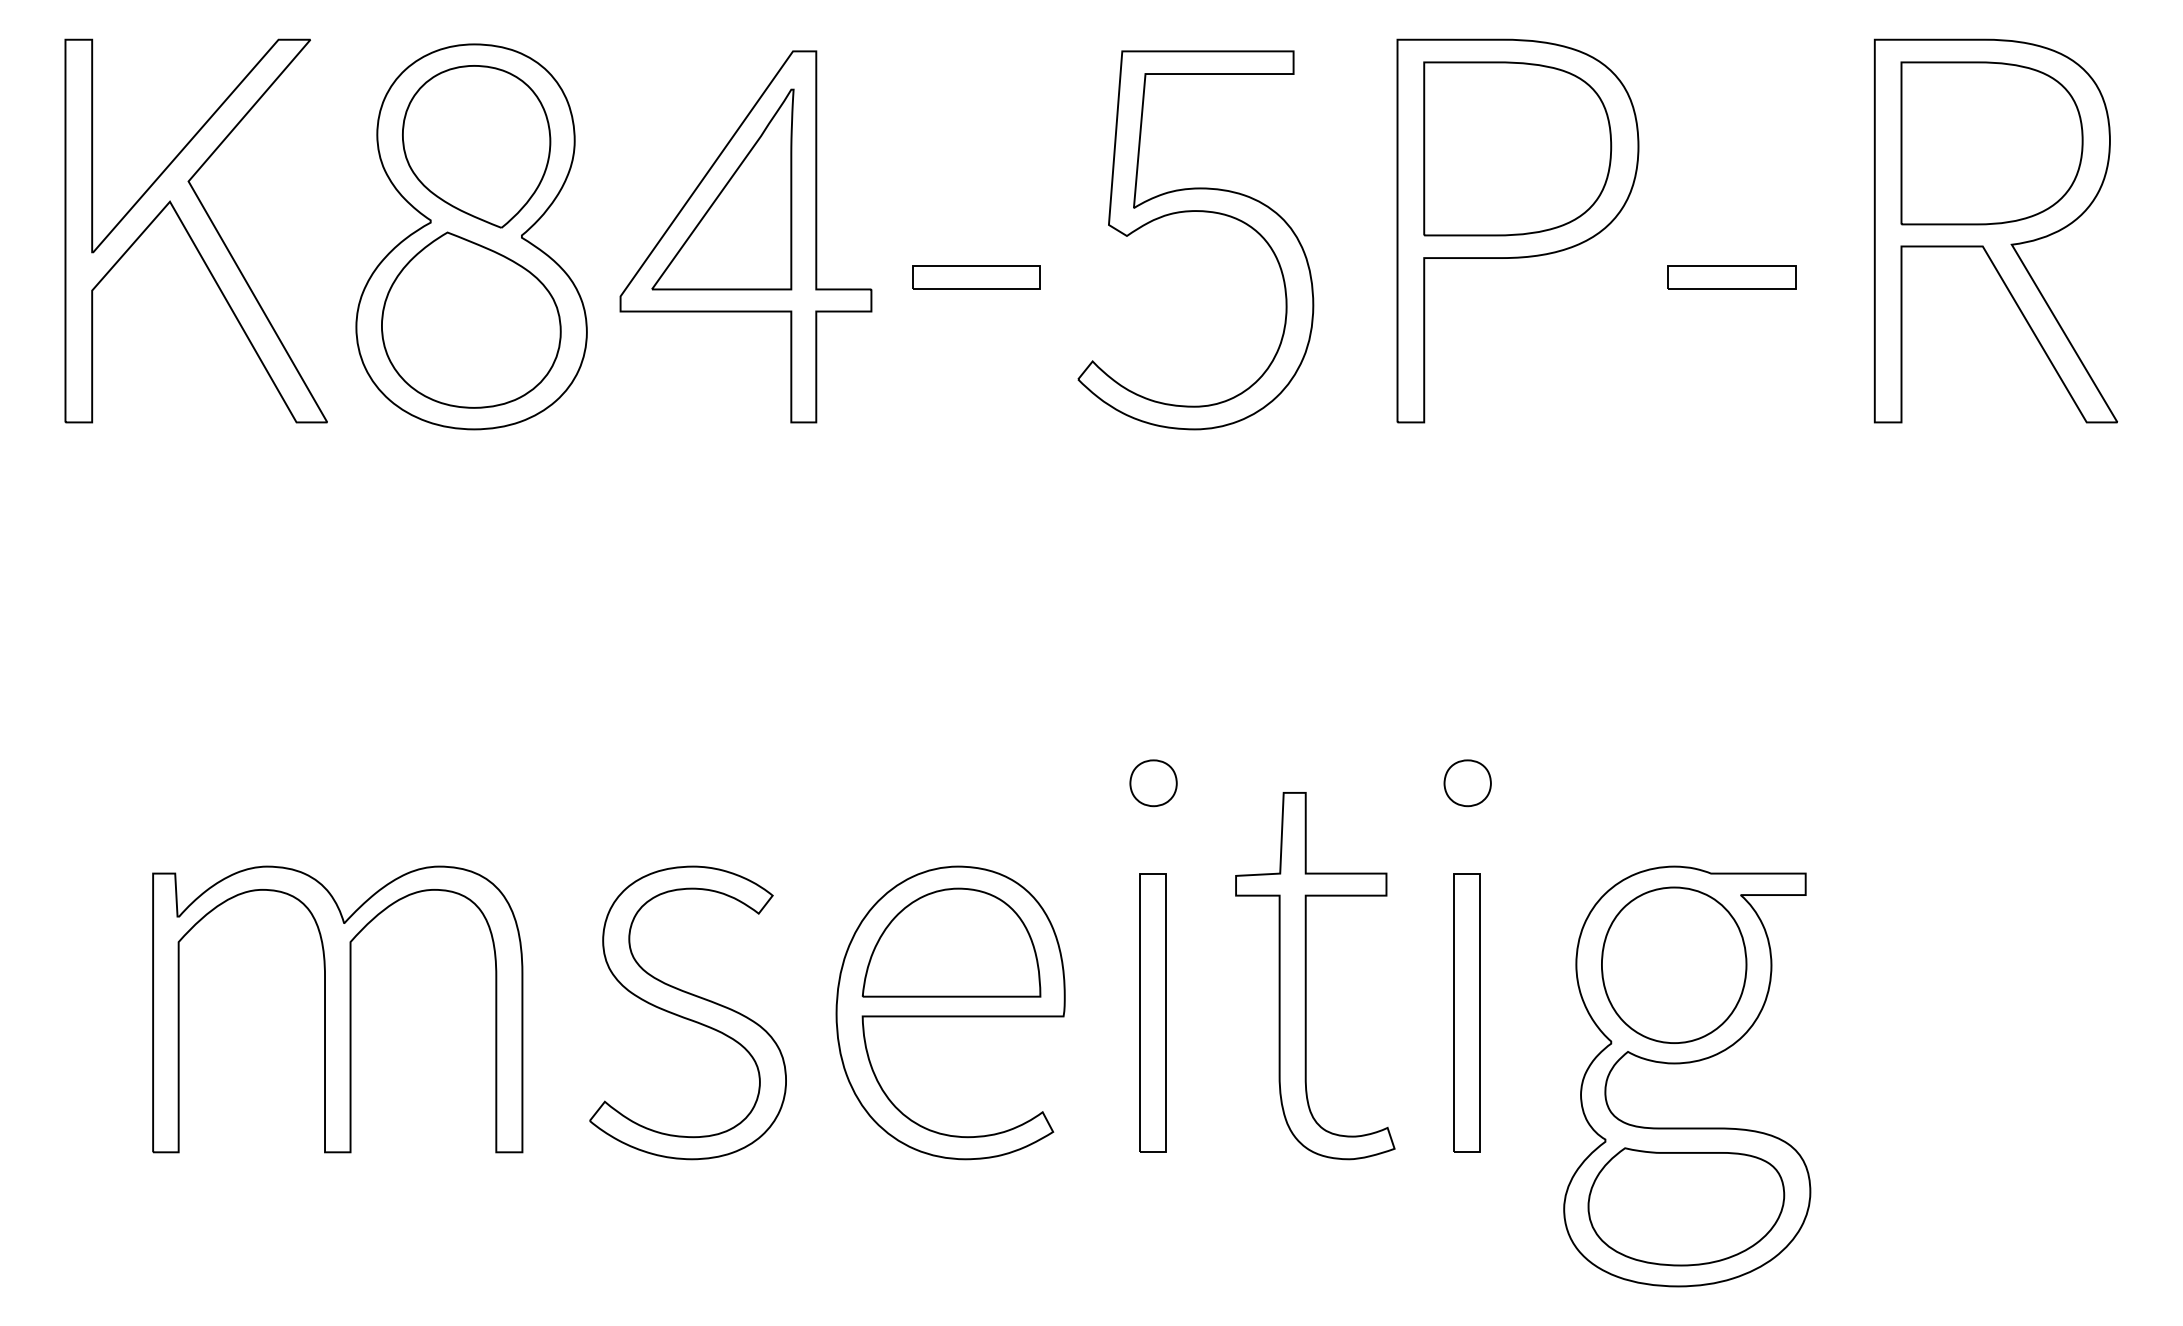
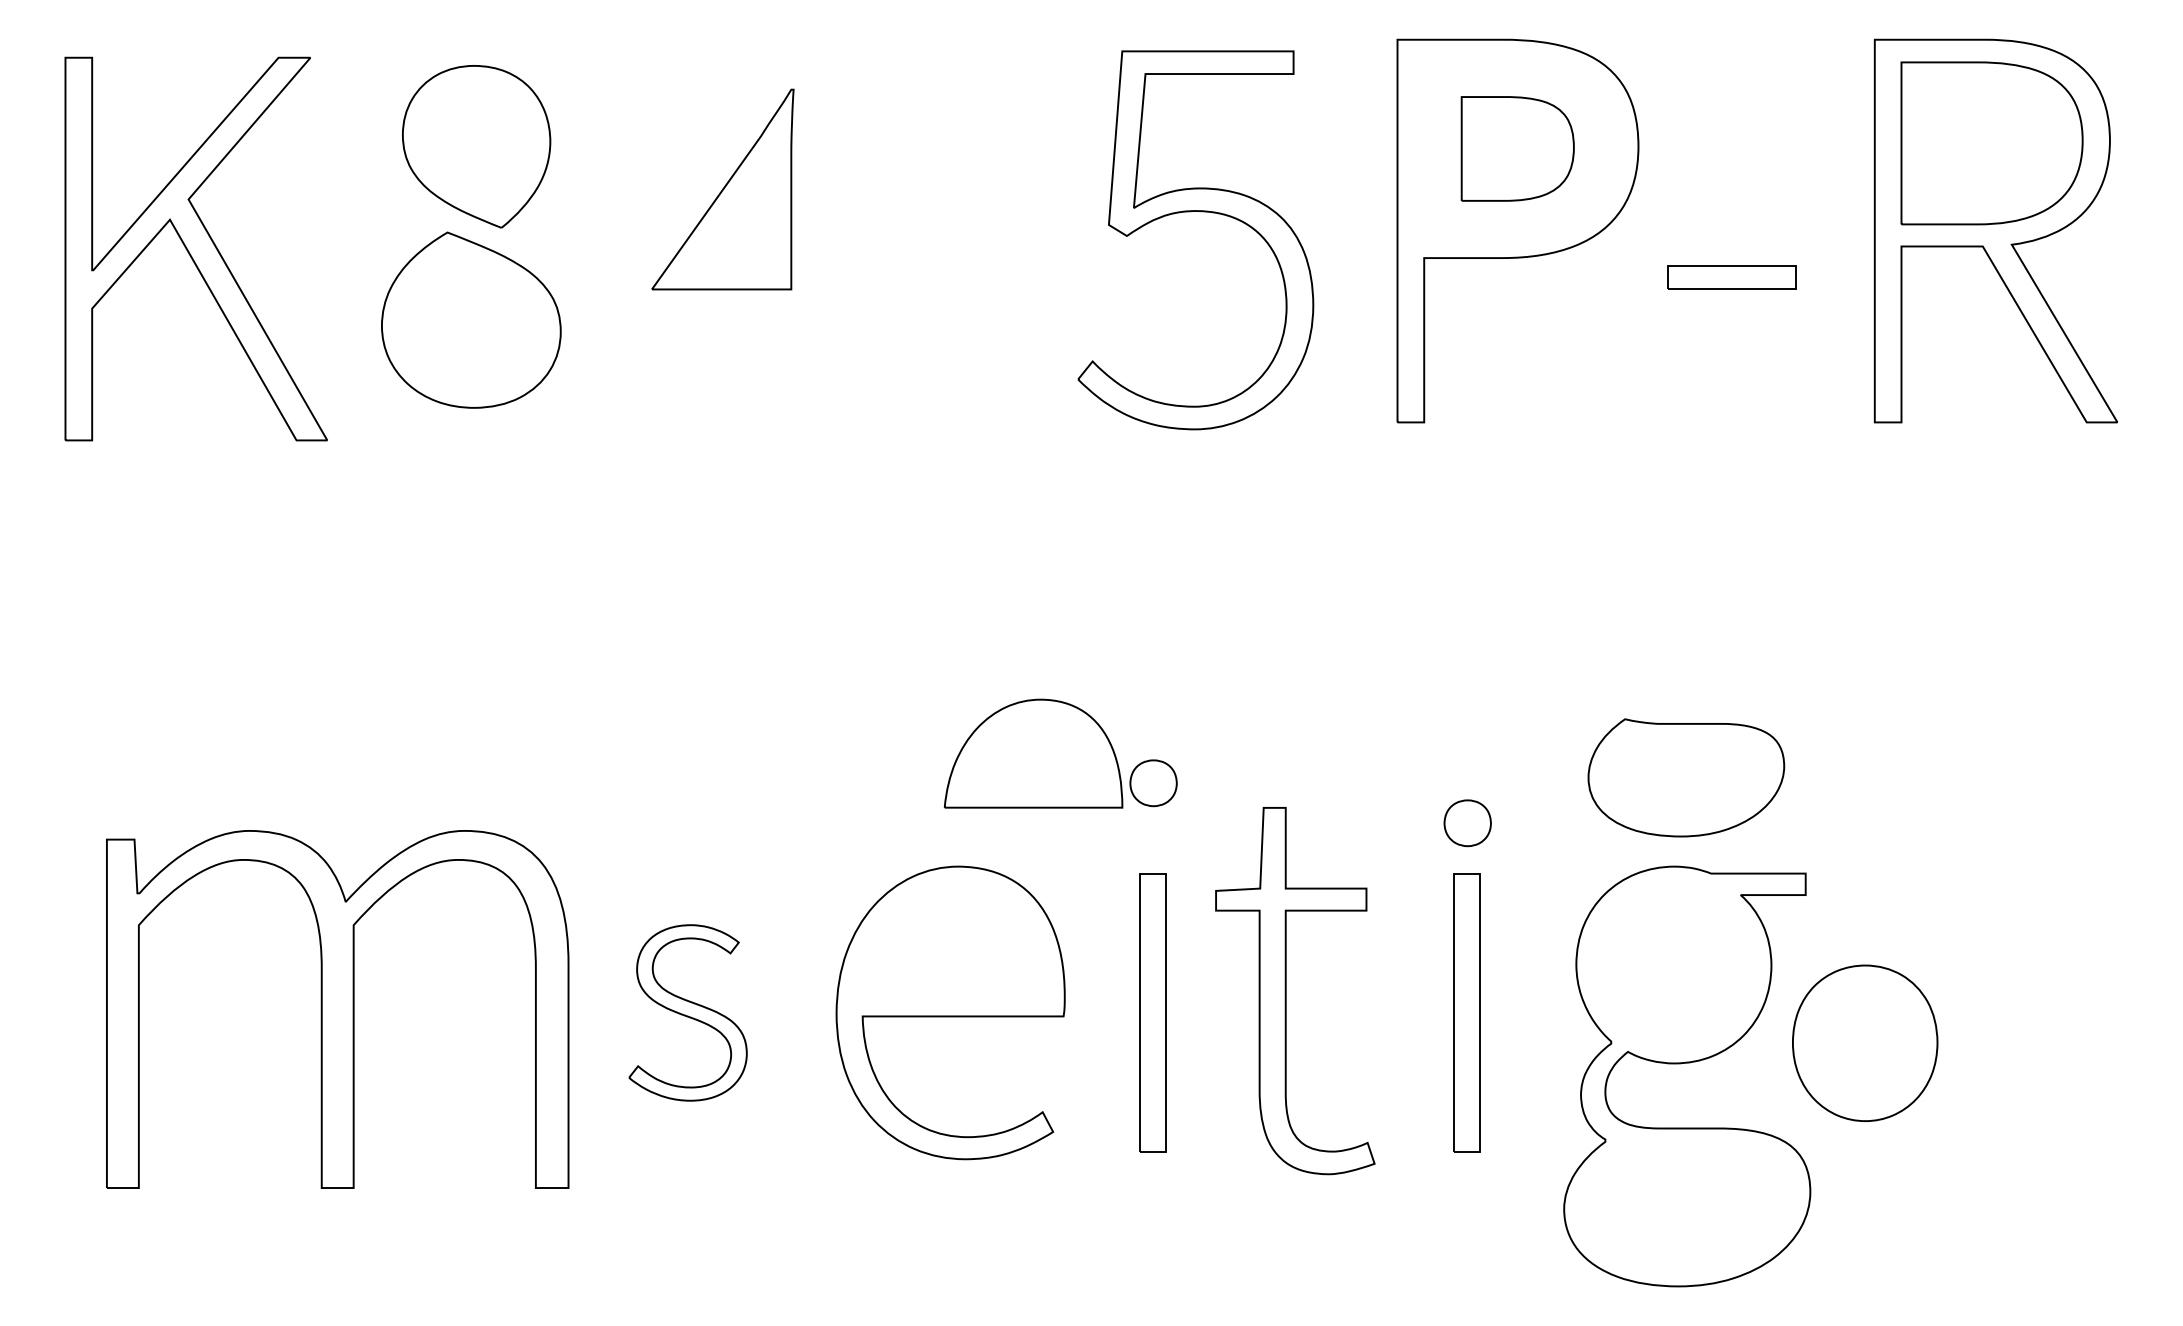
part at (1517, 148) size: 190x176 px -> 115x106 px
part at (195, 230) position: (195, 230) -> (195, 248)
part at (471, 236): present -> none
part at (745, 236): present -> none
part at (976, 277): present -> none
part at (1467, 783) position: (1467, 783) -> (1467, 823)
part at (951, 942) position: (951, 942) -> (1033, 753)
part at (1674, 964) position: (1674, 964) -> (1865, 1042)
part at (1306, 976) position: (1306, 976) -> (1286, 991)
part at (337, 1009) size: 372x289 px -> 464x359 px
part at (687, 1012) size: 198x296 px -> 120x178 px
part at (1686, 1206) position: (1686, 1206) -> (1686, 777)
